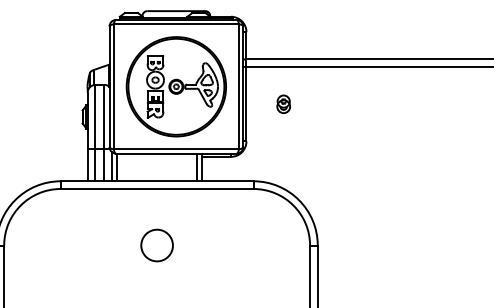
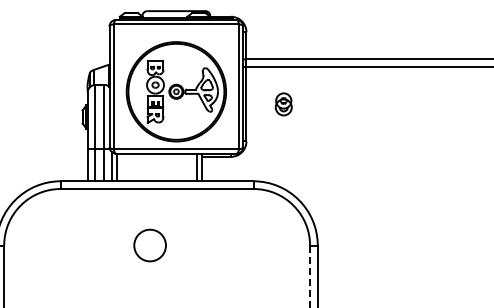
part at (175, 86) position: (175, 86) -> (175, 91)
part at (283, 103) size: 15x20 px -> 19x25 px
circle at (156, 245) position: (156, 245) -> (149, 245)
line at (310, 276): solid -> dashed
